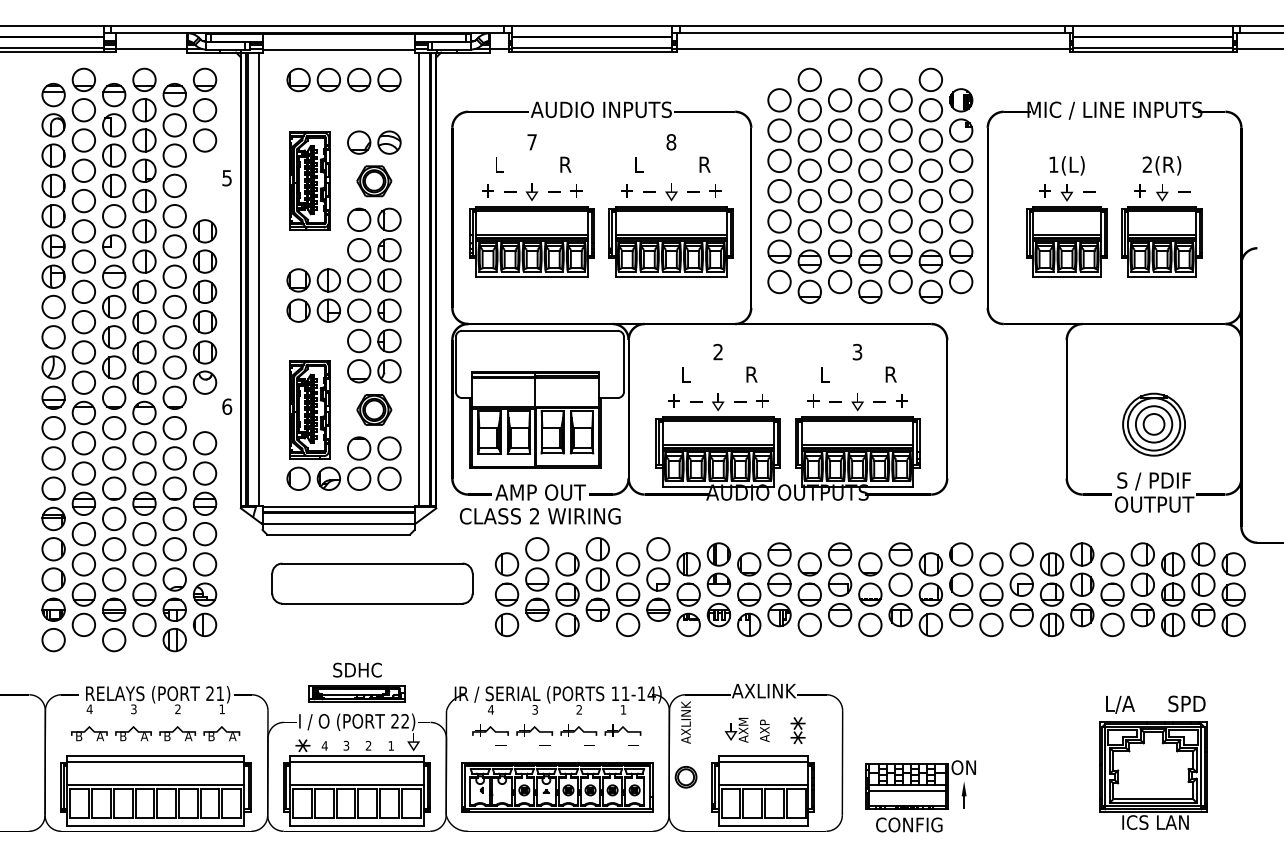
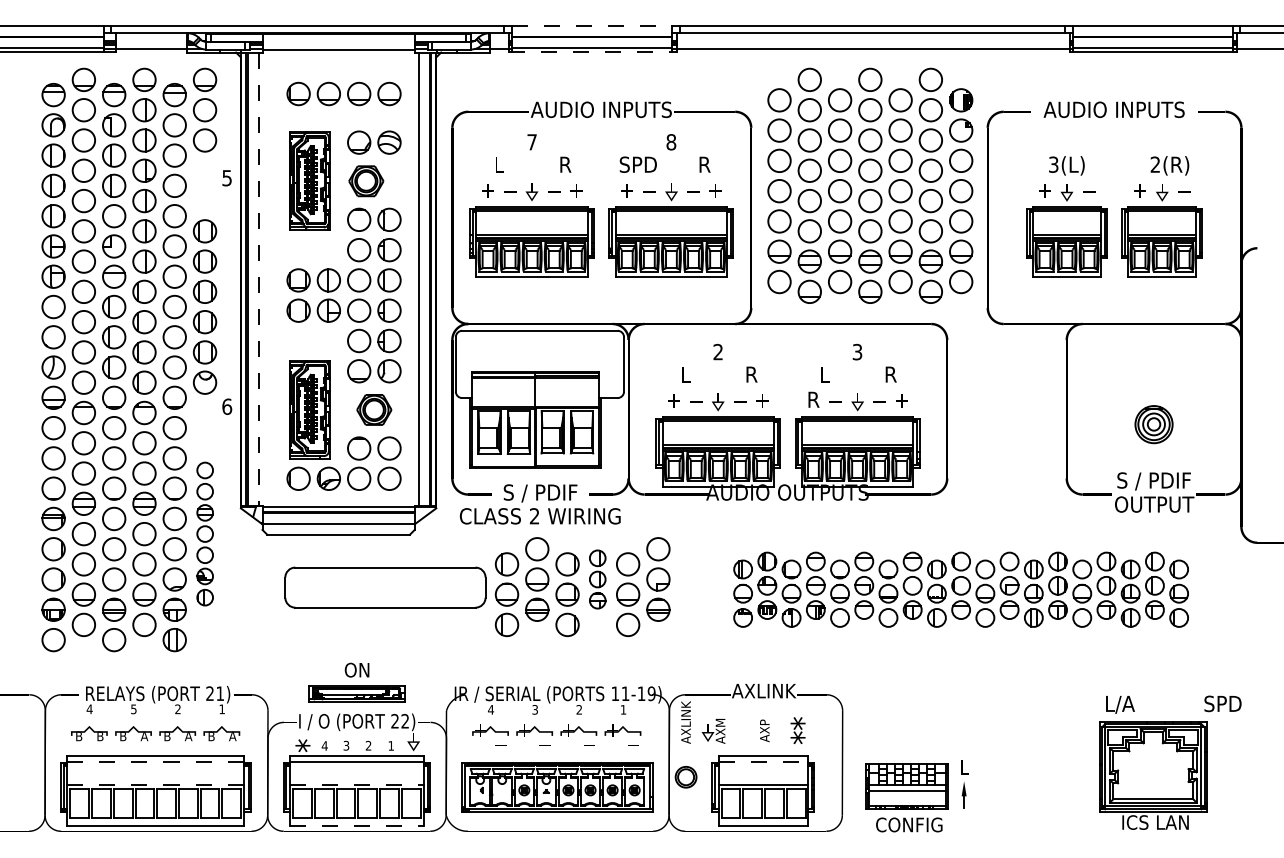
line at (592, 25): solid -> dashed
line at (592, 52): solid -> dashed
part at (343, 79) position: (343, 79) -> (343, 93)
text at (1114, 110): MIC / LINE INPUTS -> AUDIO INPUTS
text at (637, 164): L -> SPD
text at (1053, 164): 1(L) -> 3(L)
text at (1161, 165) position: (1161, 165) -> (1169, 165)
part at (374, 181) position: (374, 181) -> (366, 181)
line at (258, 279): solid -> dashed
text at (813, 399): + -> R
part at (1153, 424) size: 64x65 px -> 40x40 px
text at (540, 493): AMP OUT -> S / PDIF
part at (205, 533) size: 25x206 px -> 18x146 px
part at (597, 579) size: 25x85 px -> 18x61 px
part at (372, 583) position: (372, 583) -> (385, 587)
part at (960, 589) size: 570x96 px -> 456x77 px
text at (357, 669): SDHC -> ON
text at (651, 693): 11-14) -> 11-19)
text at (1186, 703) position: (1186, 703) -> (1222, 703)
text at (133, 708): 3 -> 5
text at (736, 730) position: (736, 730) -> (713, 731)
text at (99, 736): A -> B
line at (156, 762): solid -> dashed
line at (763, 762): solid -> dashed
text at (963, 767): ON -> L
line at (156, 784): solid -> dashed
line at (356, 784): solid -> dashed
line at (356, 826): solid -> dashed
